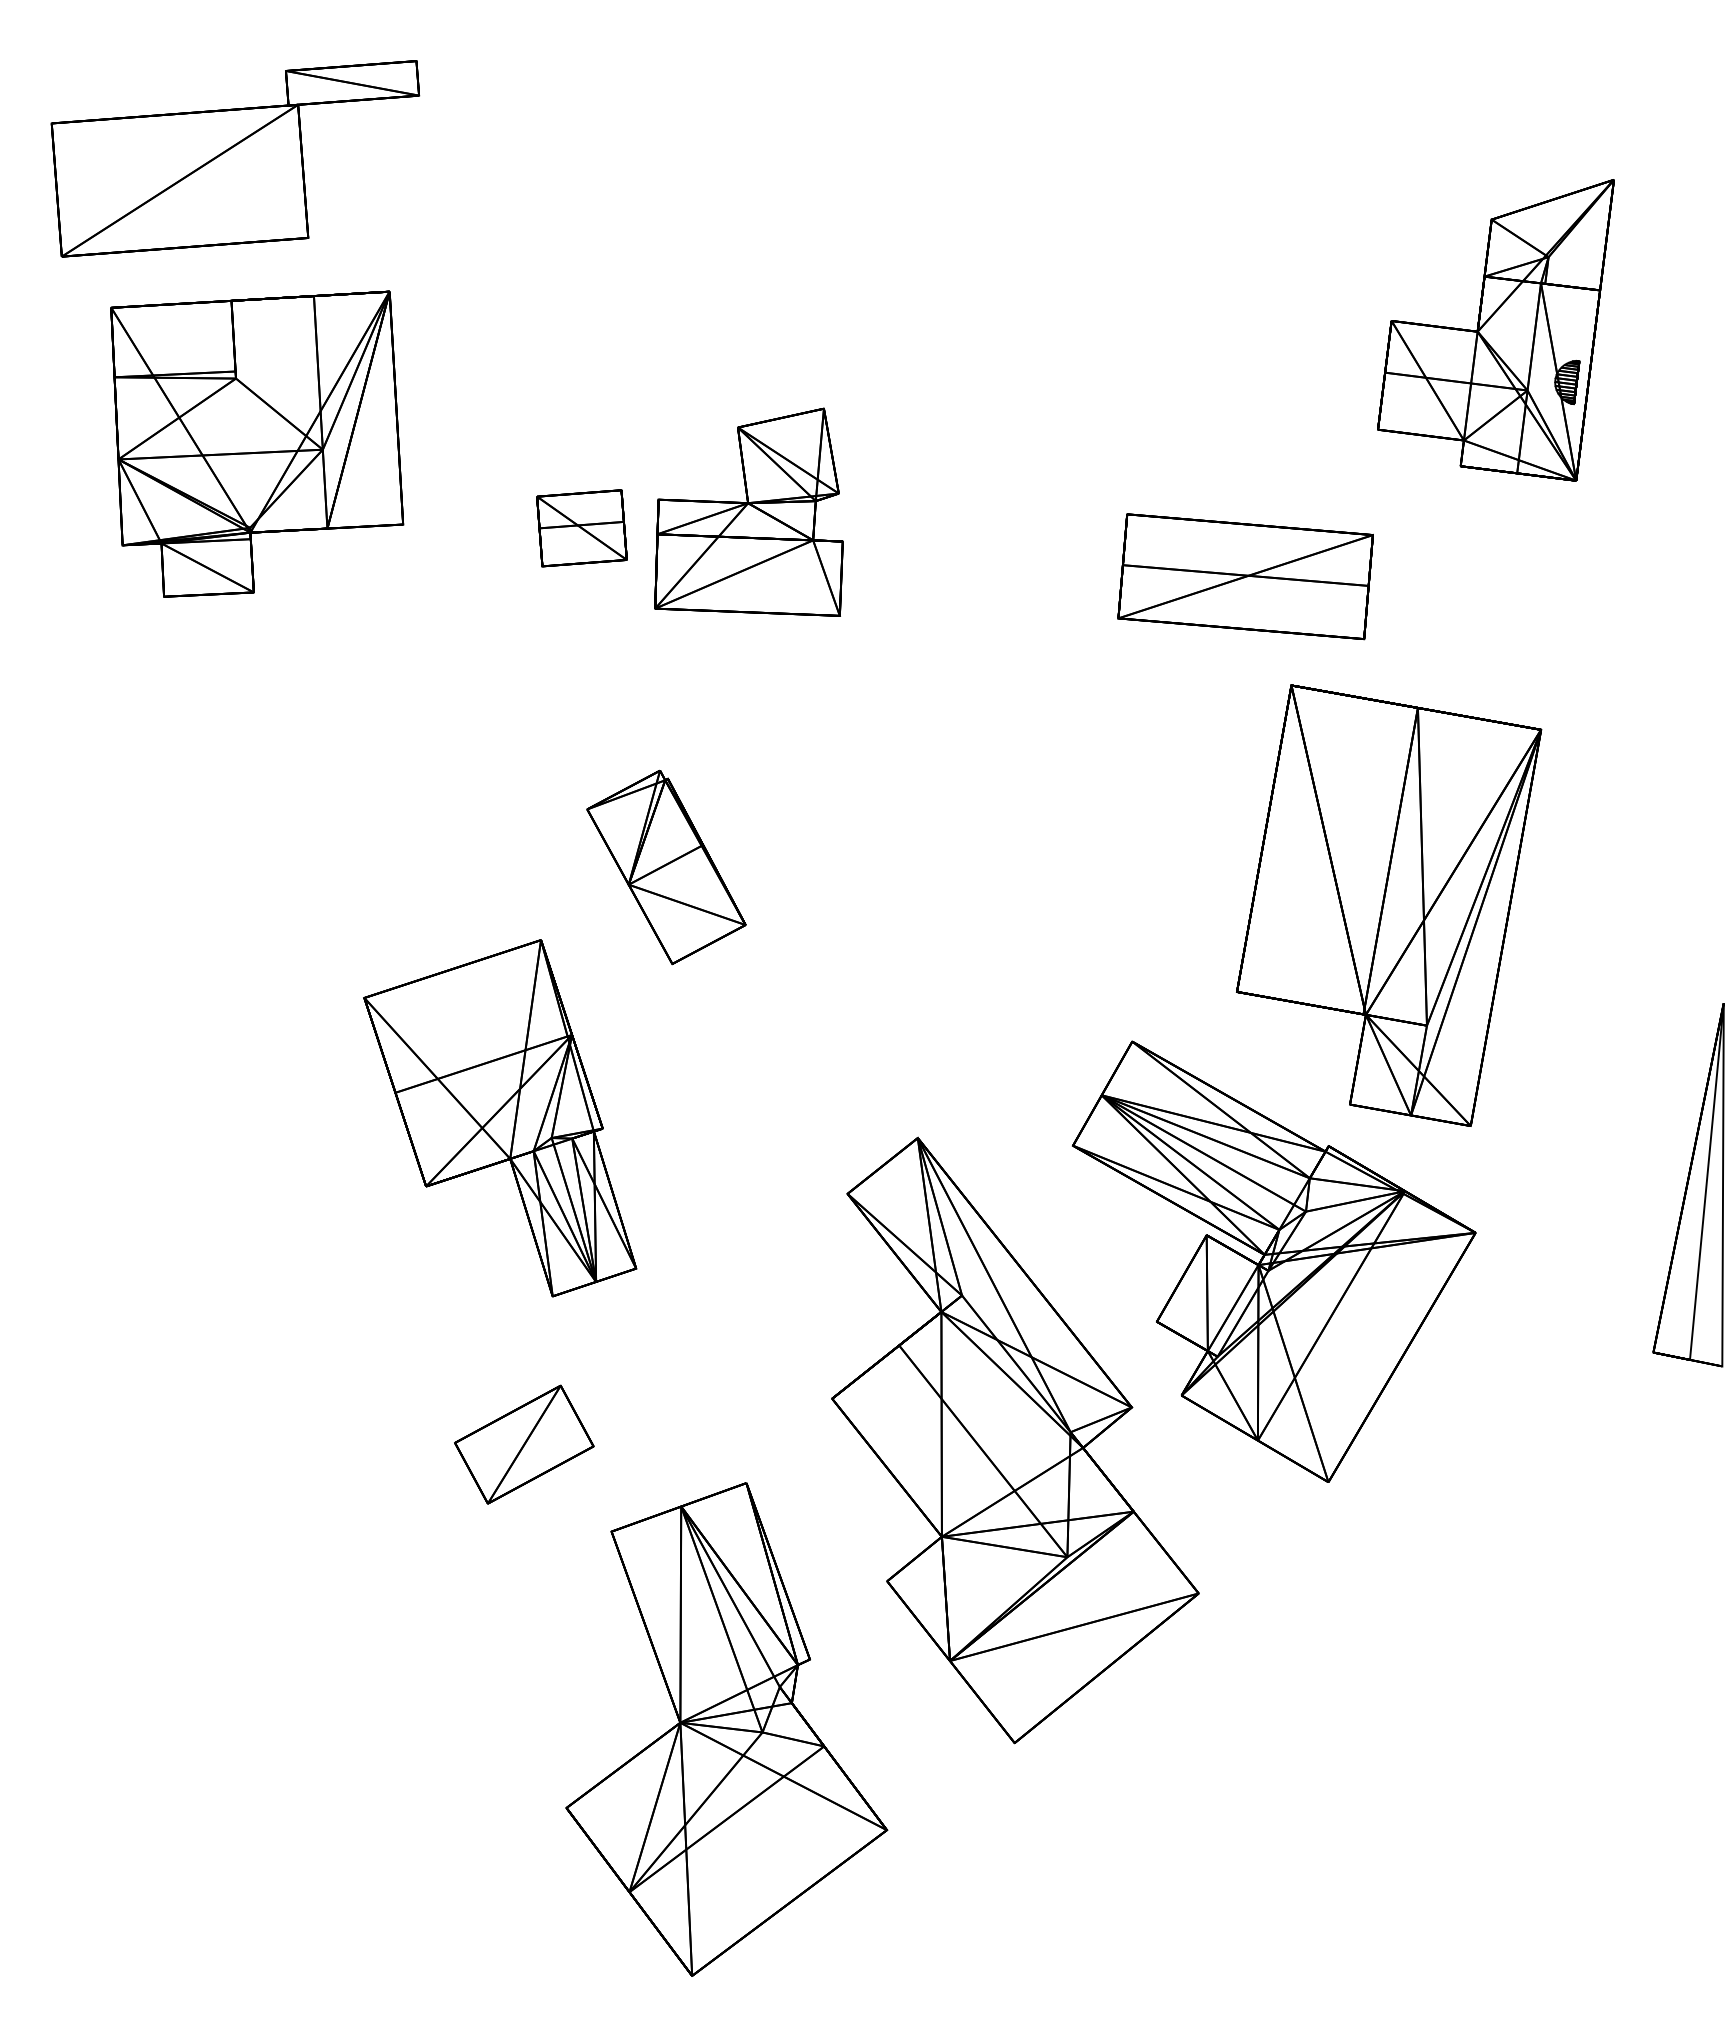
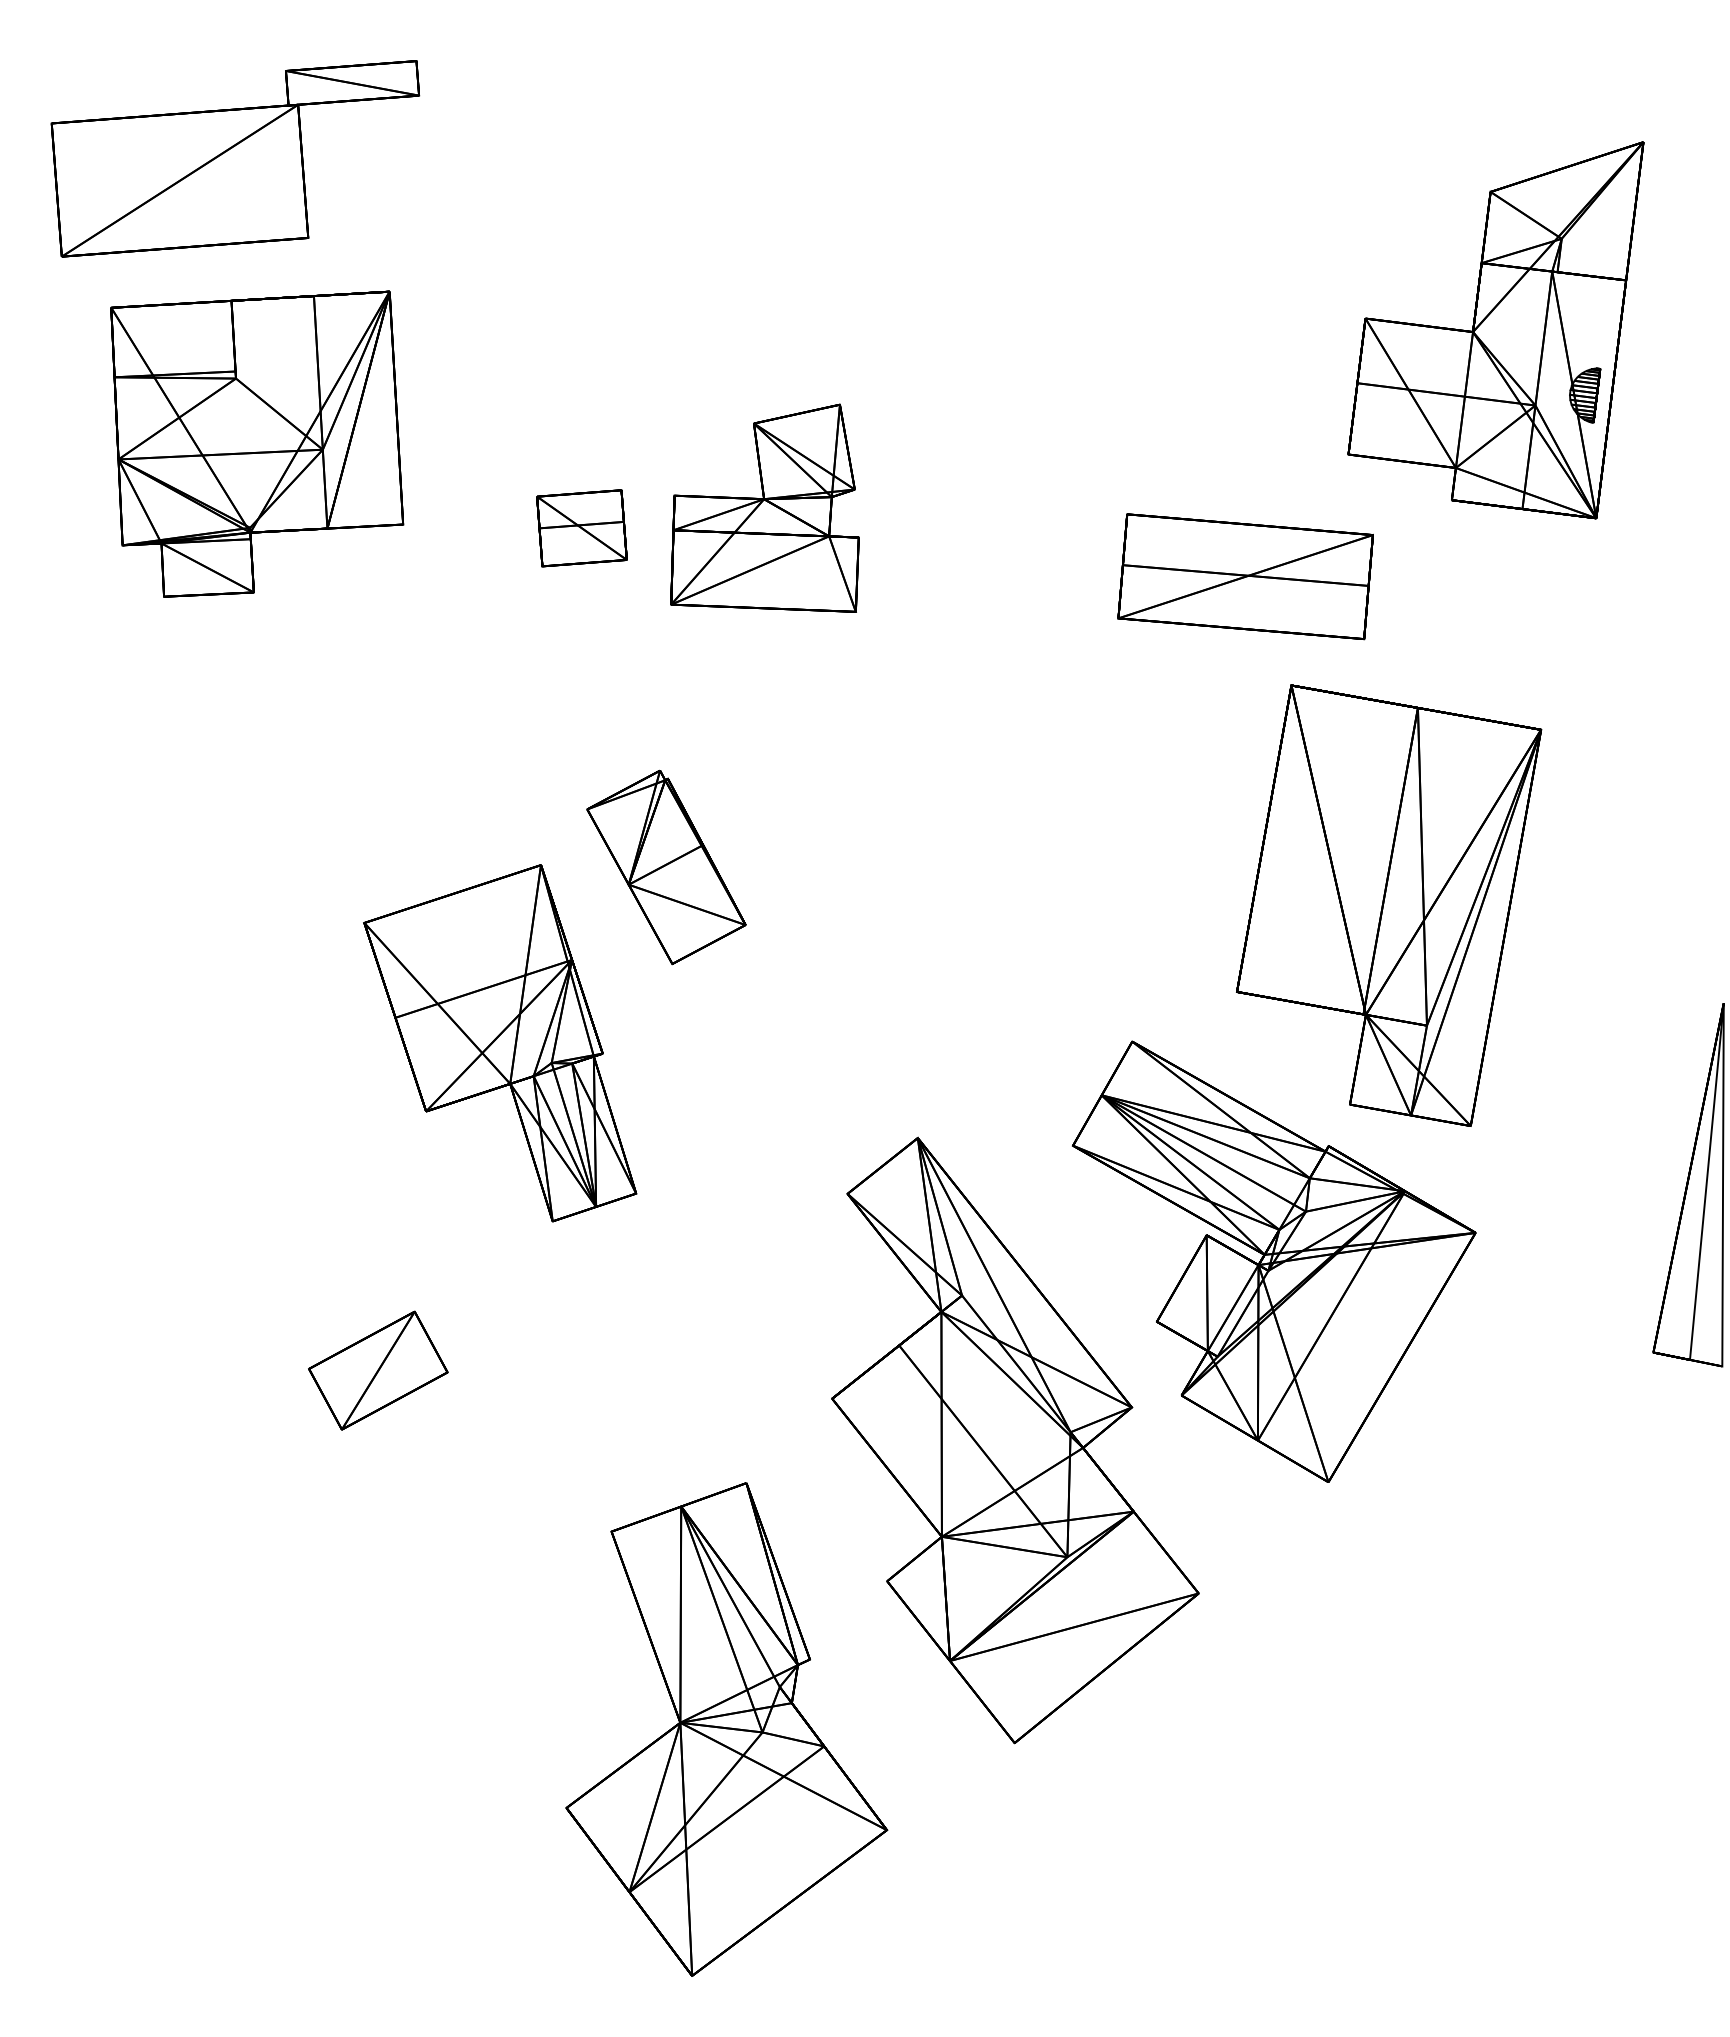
part at (1495, 330) size: 238x303 px -> 298x379 px
part at (748, 511) position: (748, 511) -> (764, 507)
part at (500, 1118) position: (500, 1118) -> (500, 1043)
part at (524, 1444) position: (524, 1444) -> (378, 1370)
